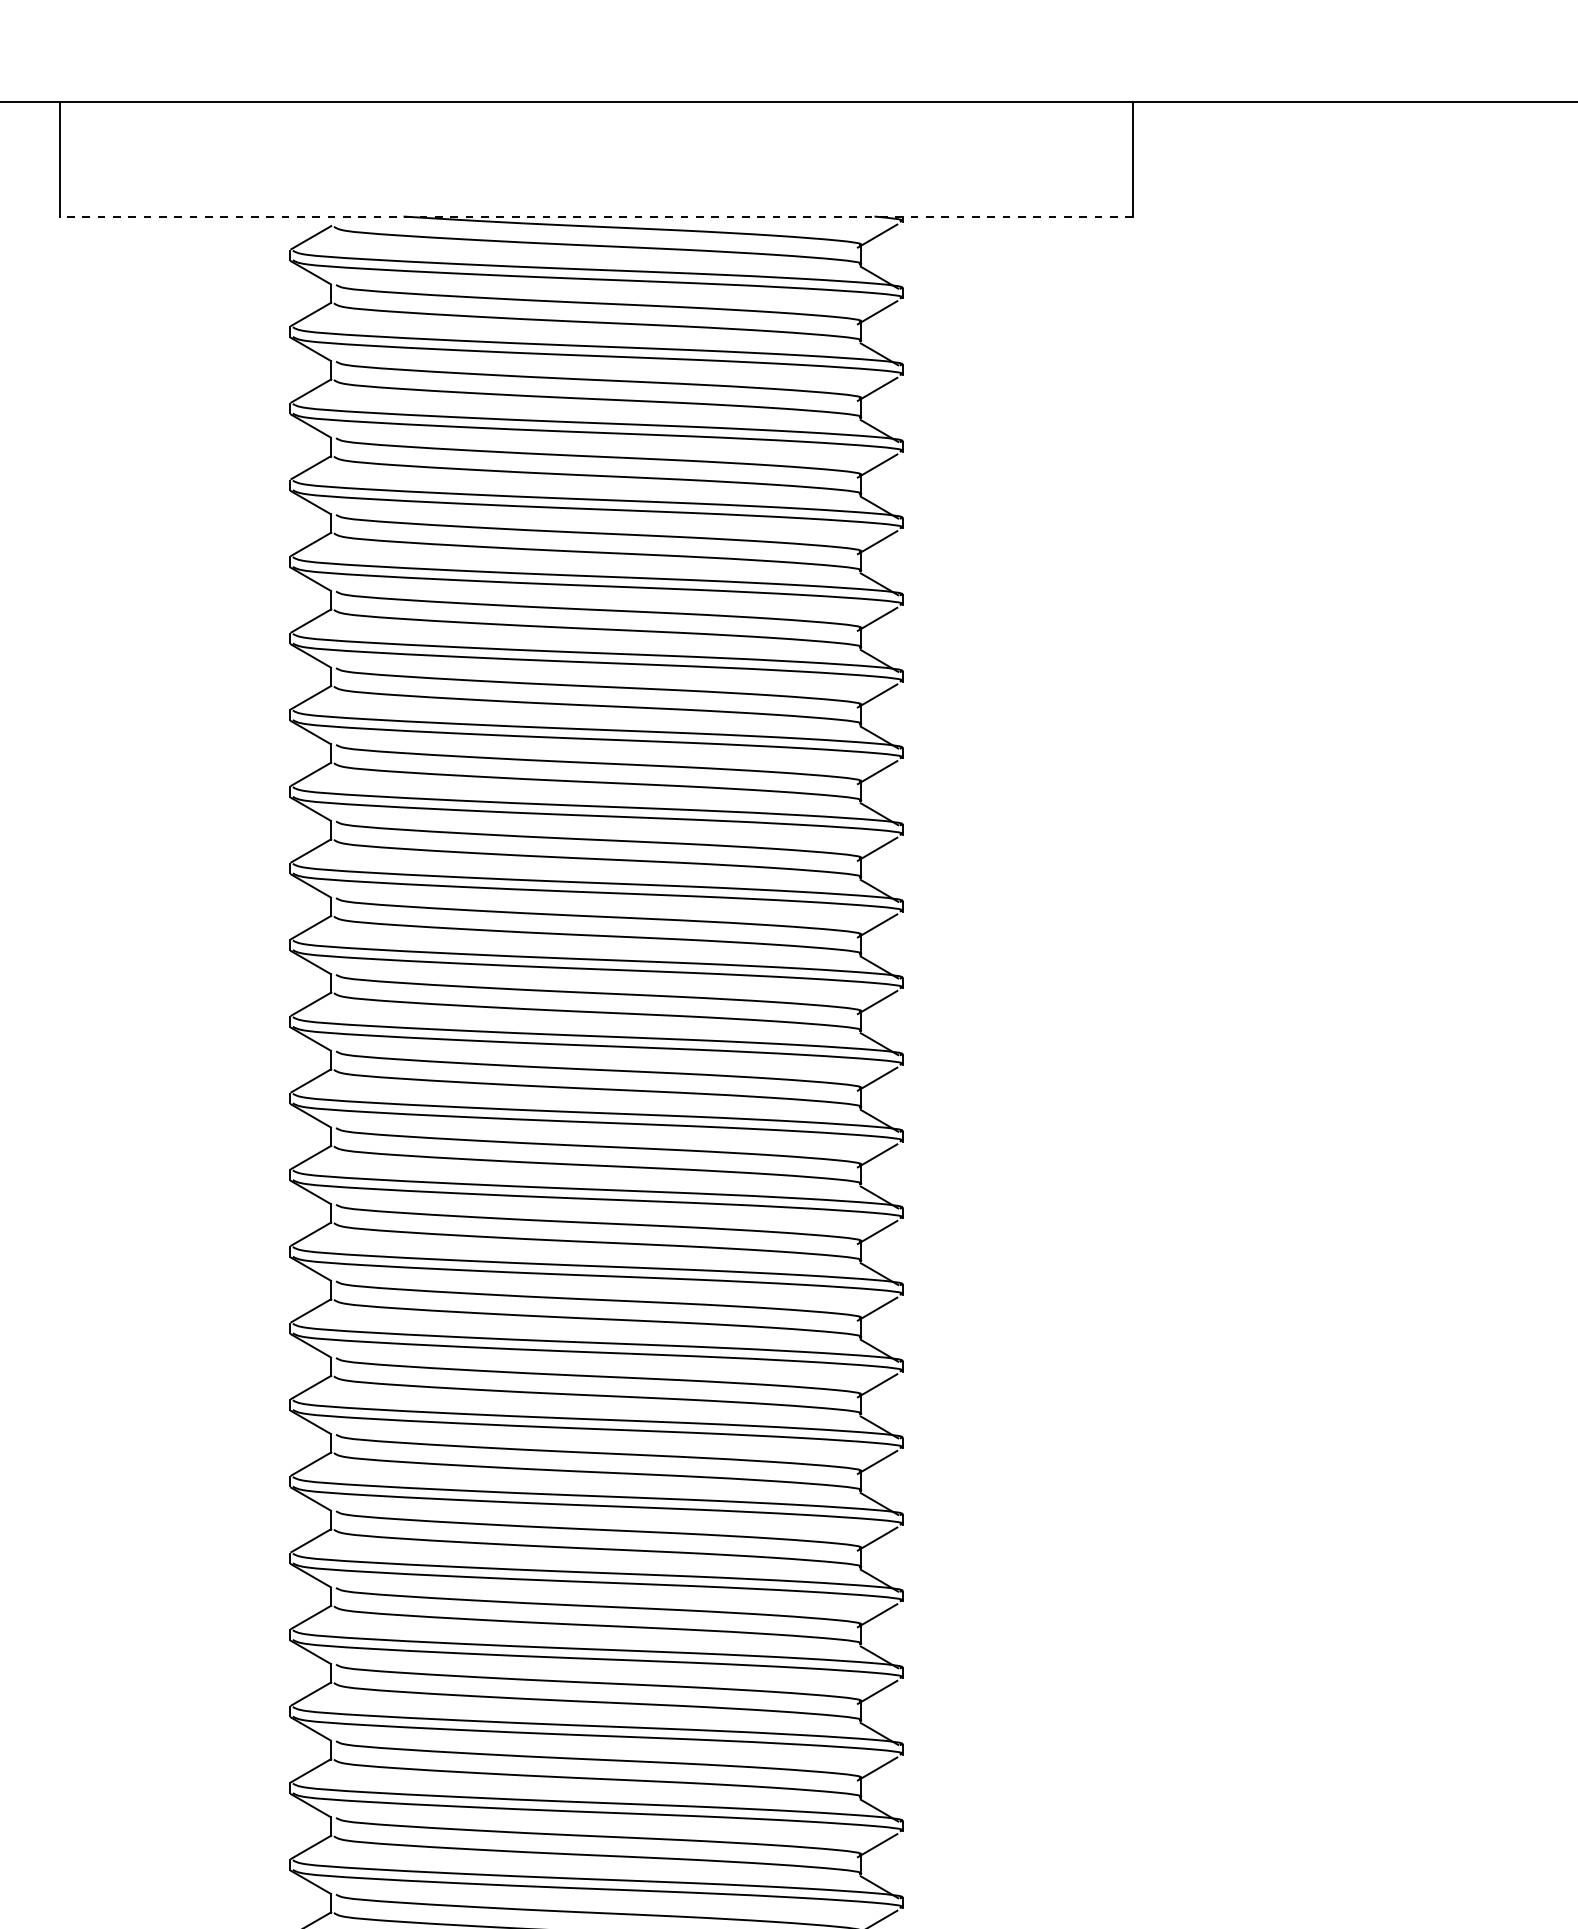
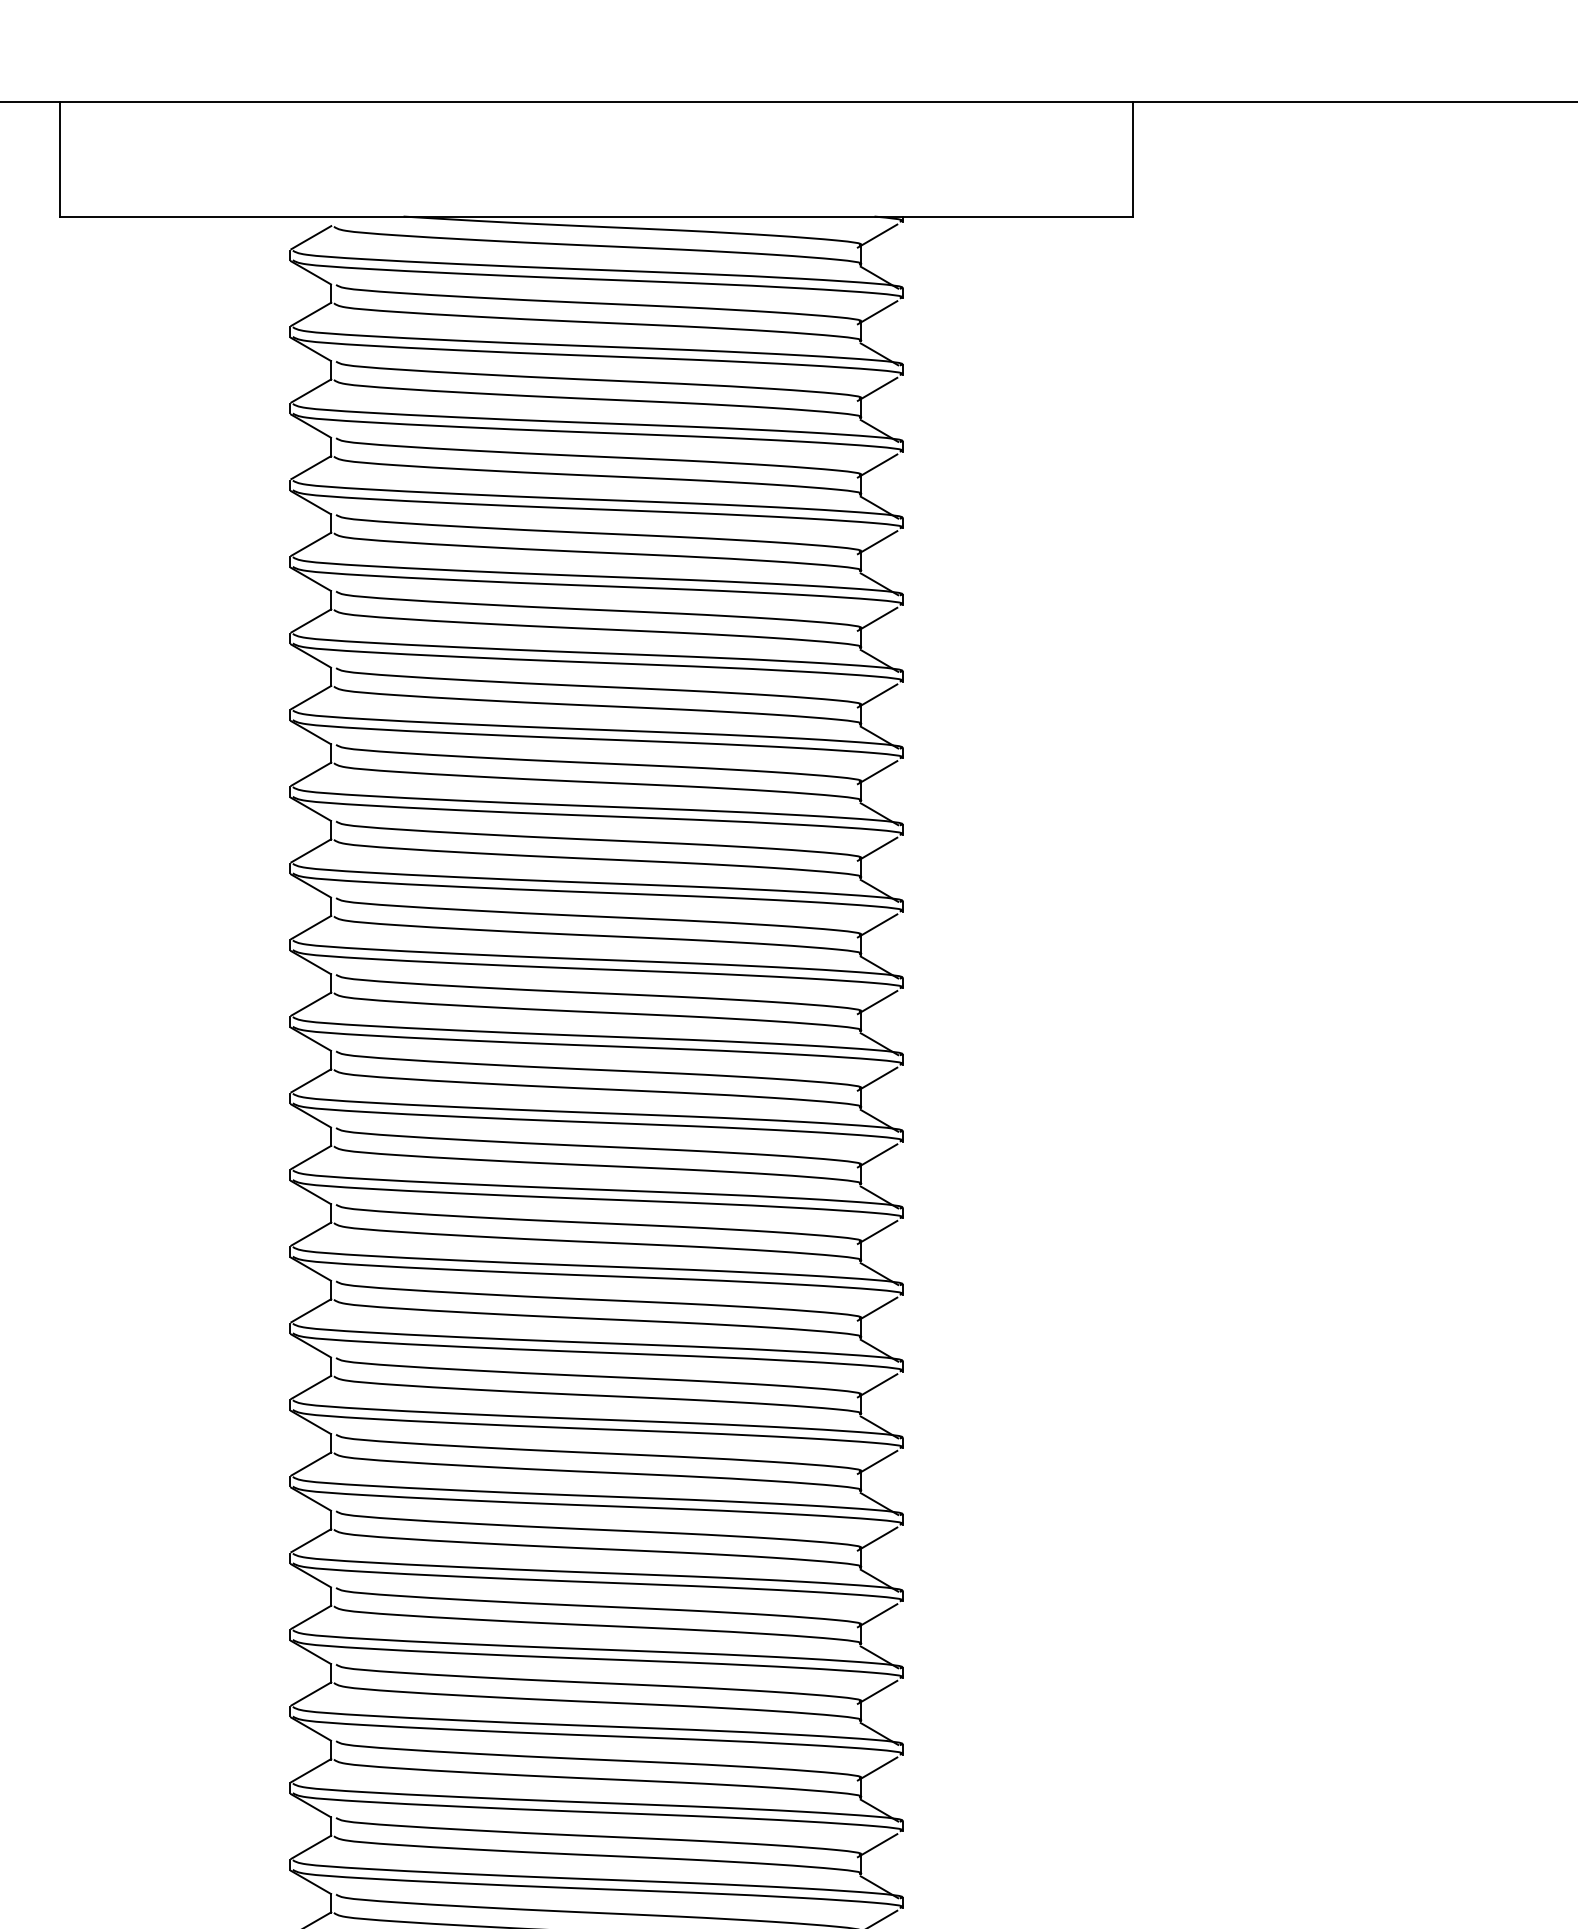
line at (596, 216): dashed -> solid
